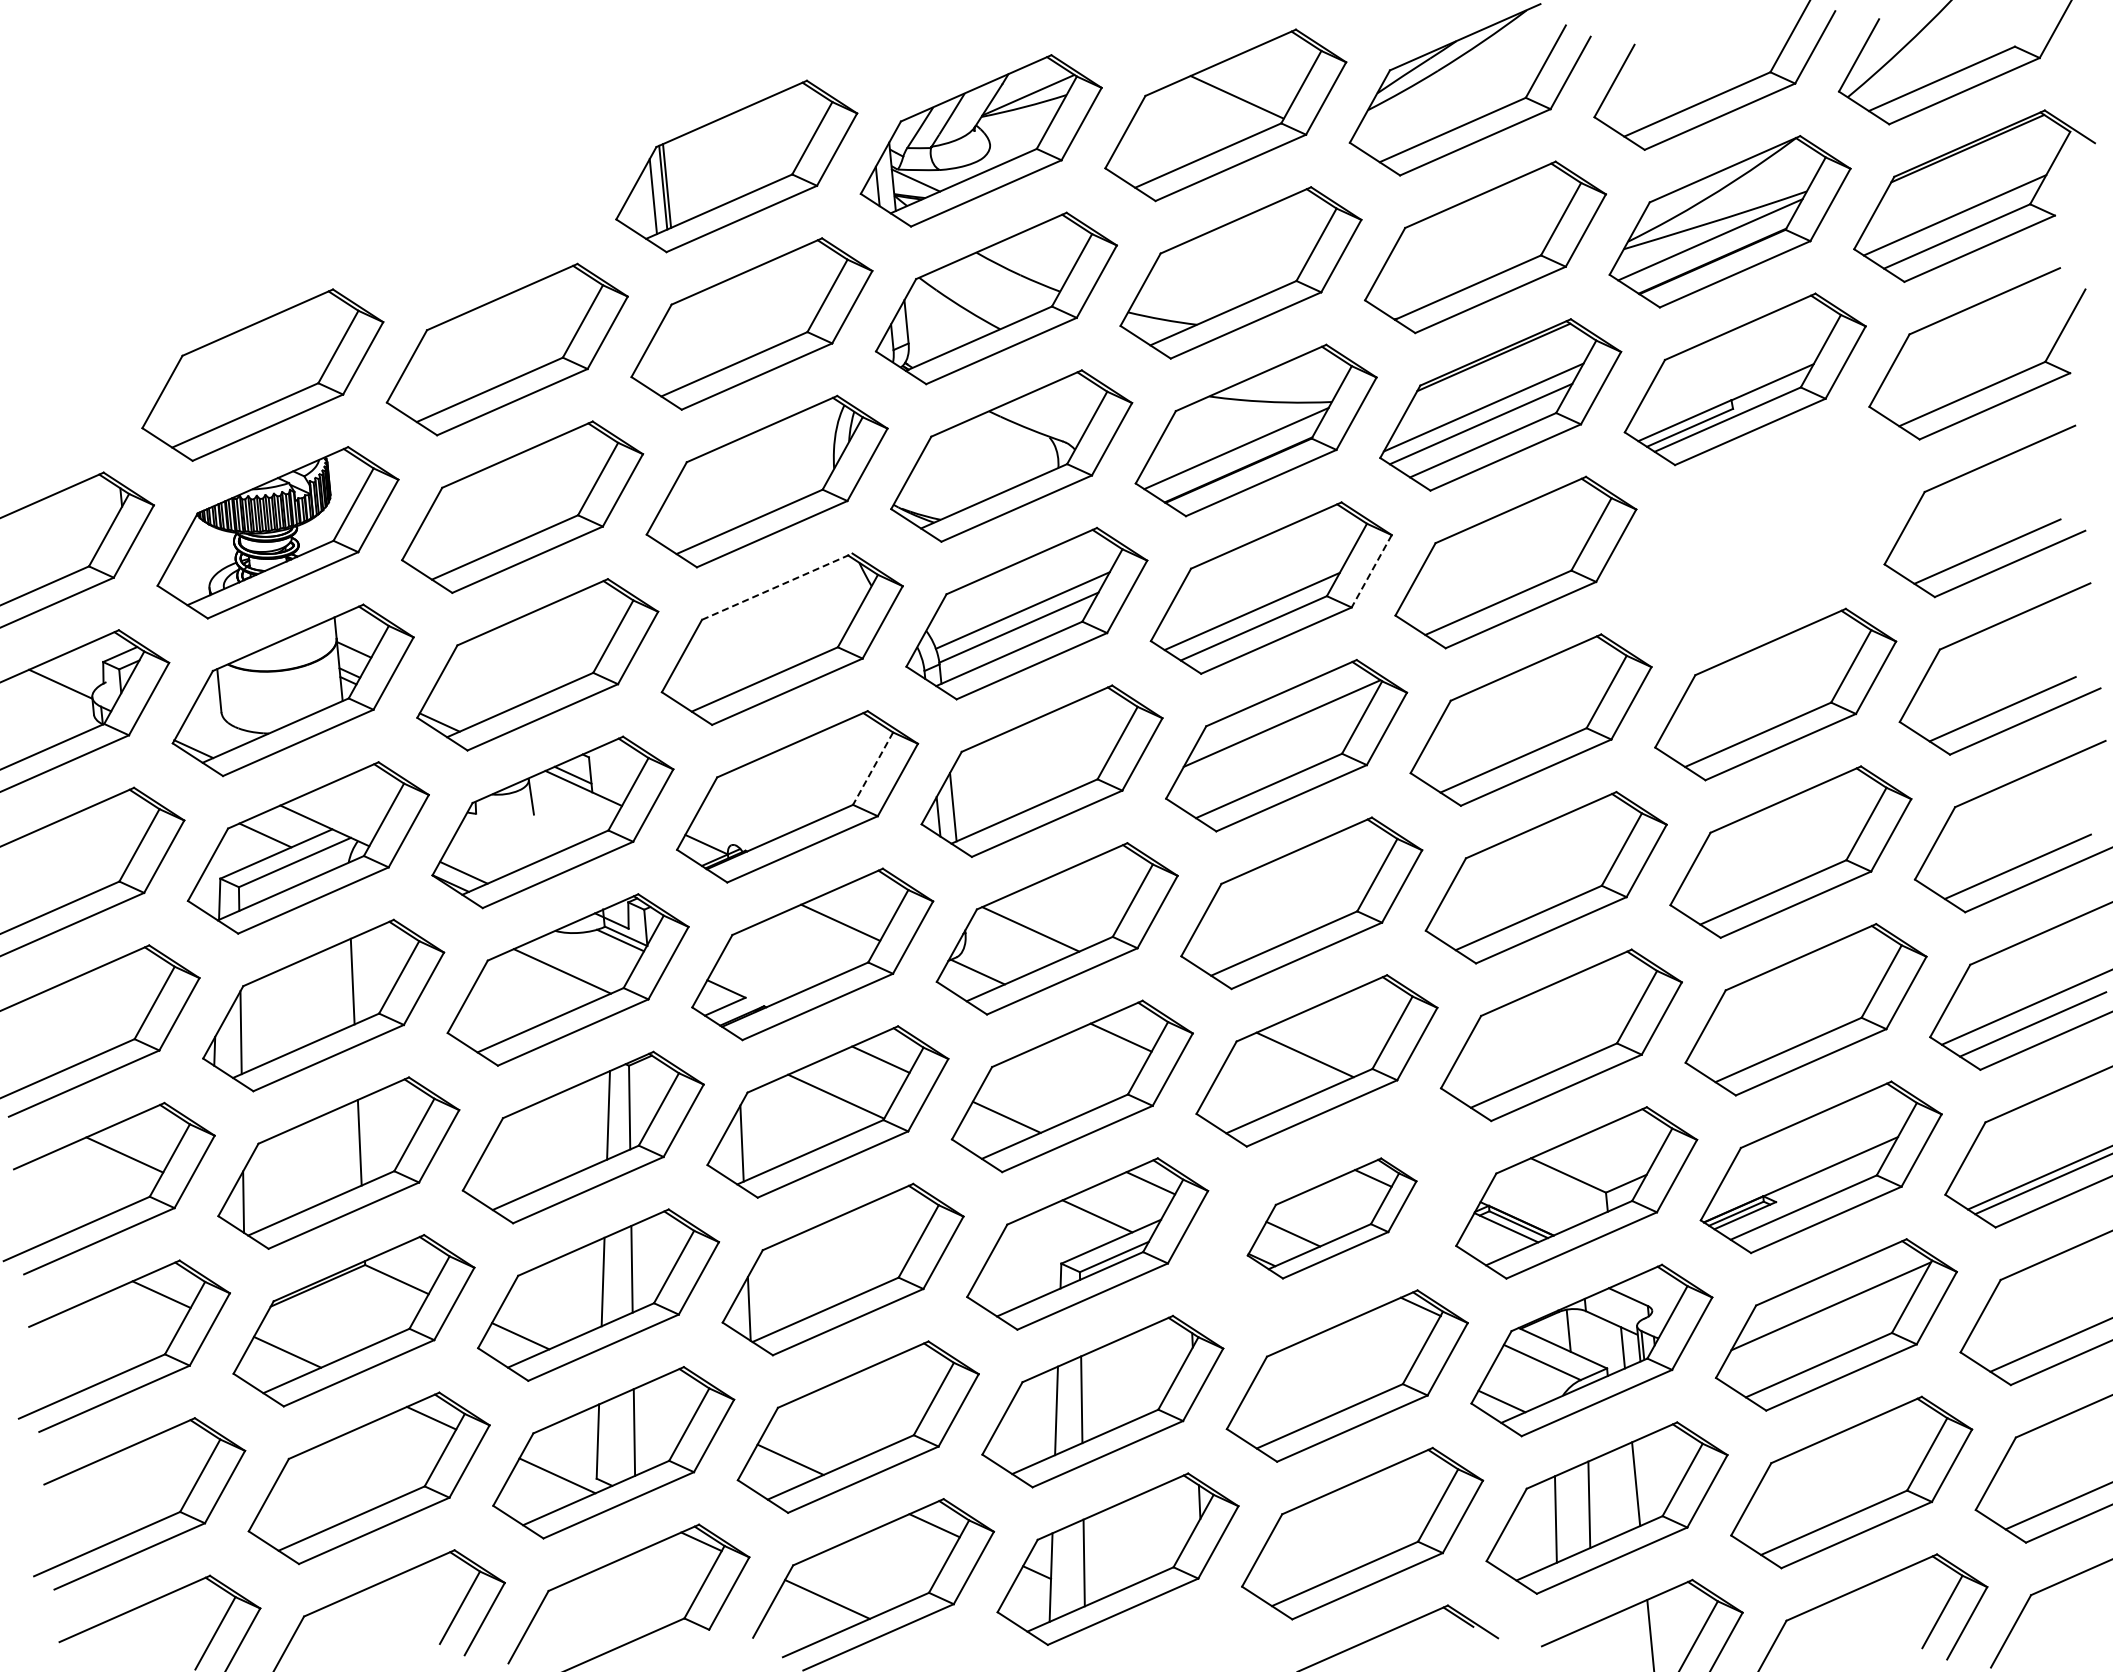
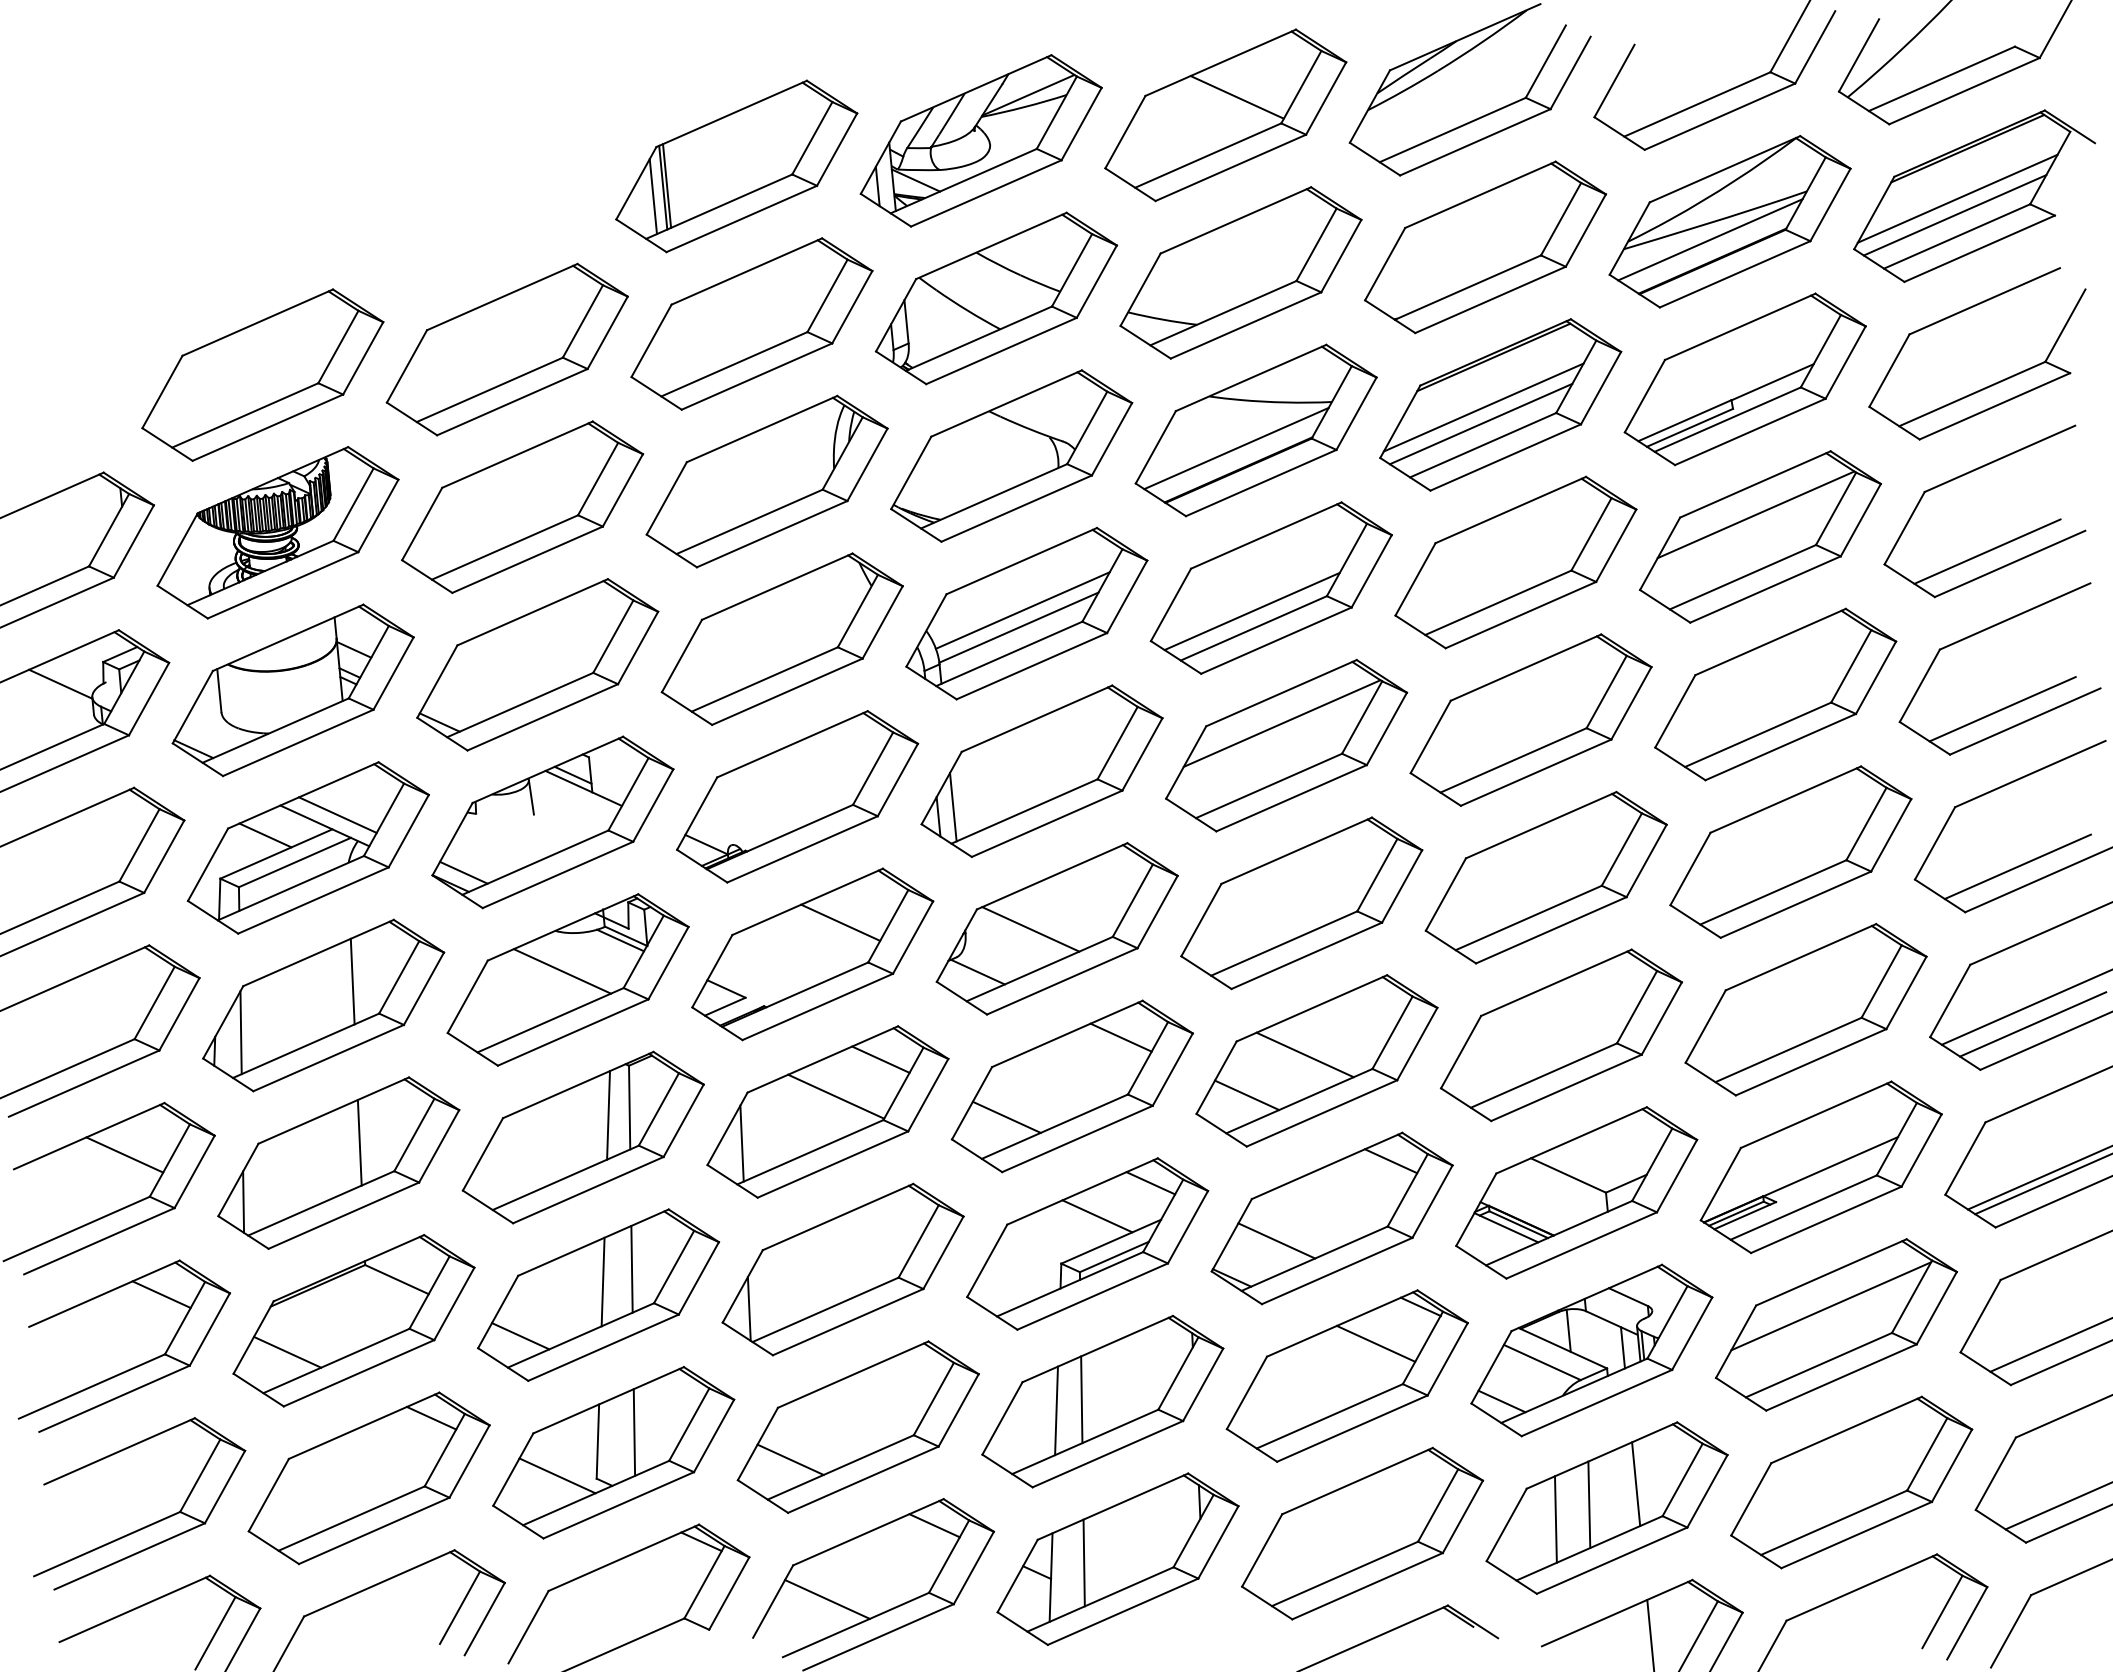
line at (1957, 198): none -> present
part at (1759, 536): none -> present
line at (1371, 571): dashed -> solid
line at (777, 586): dashed -> solid
line at (872, 769): dashed -> solid
line at (337, 814): none -> present
line at (1246, 1095): none -> present
part at (1331, 1218) size: 172x123 px -> 244x175 px
line at (1375, 1343): none -> present
